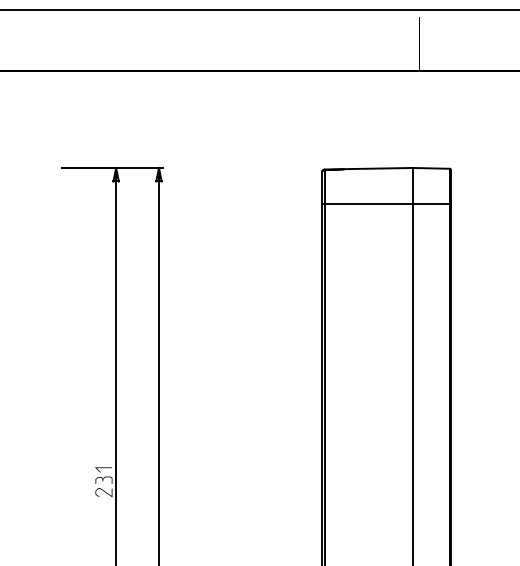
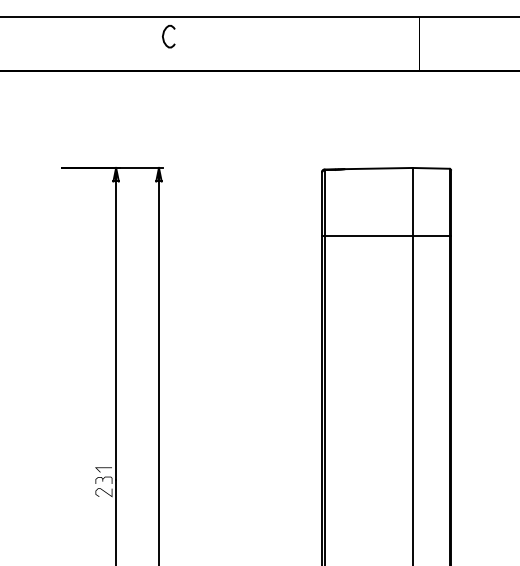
line at (259, 9) position: (259, 9) -> (259, 16)
curve at (164, 34): none -> present
line at (386, 204) position: (386, 204) -> (386, 236)
